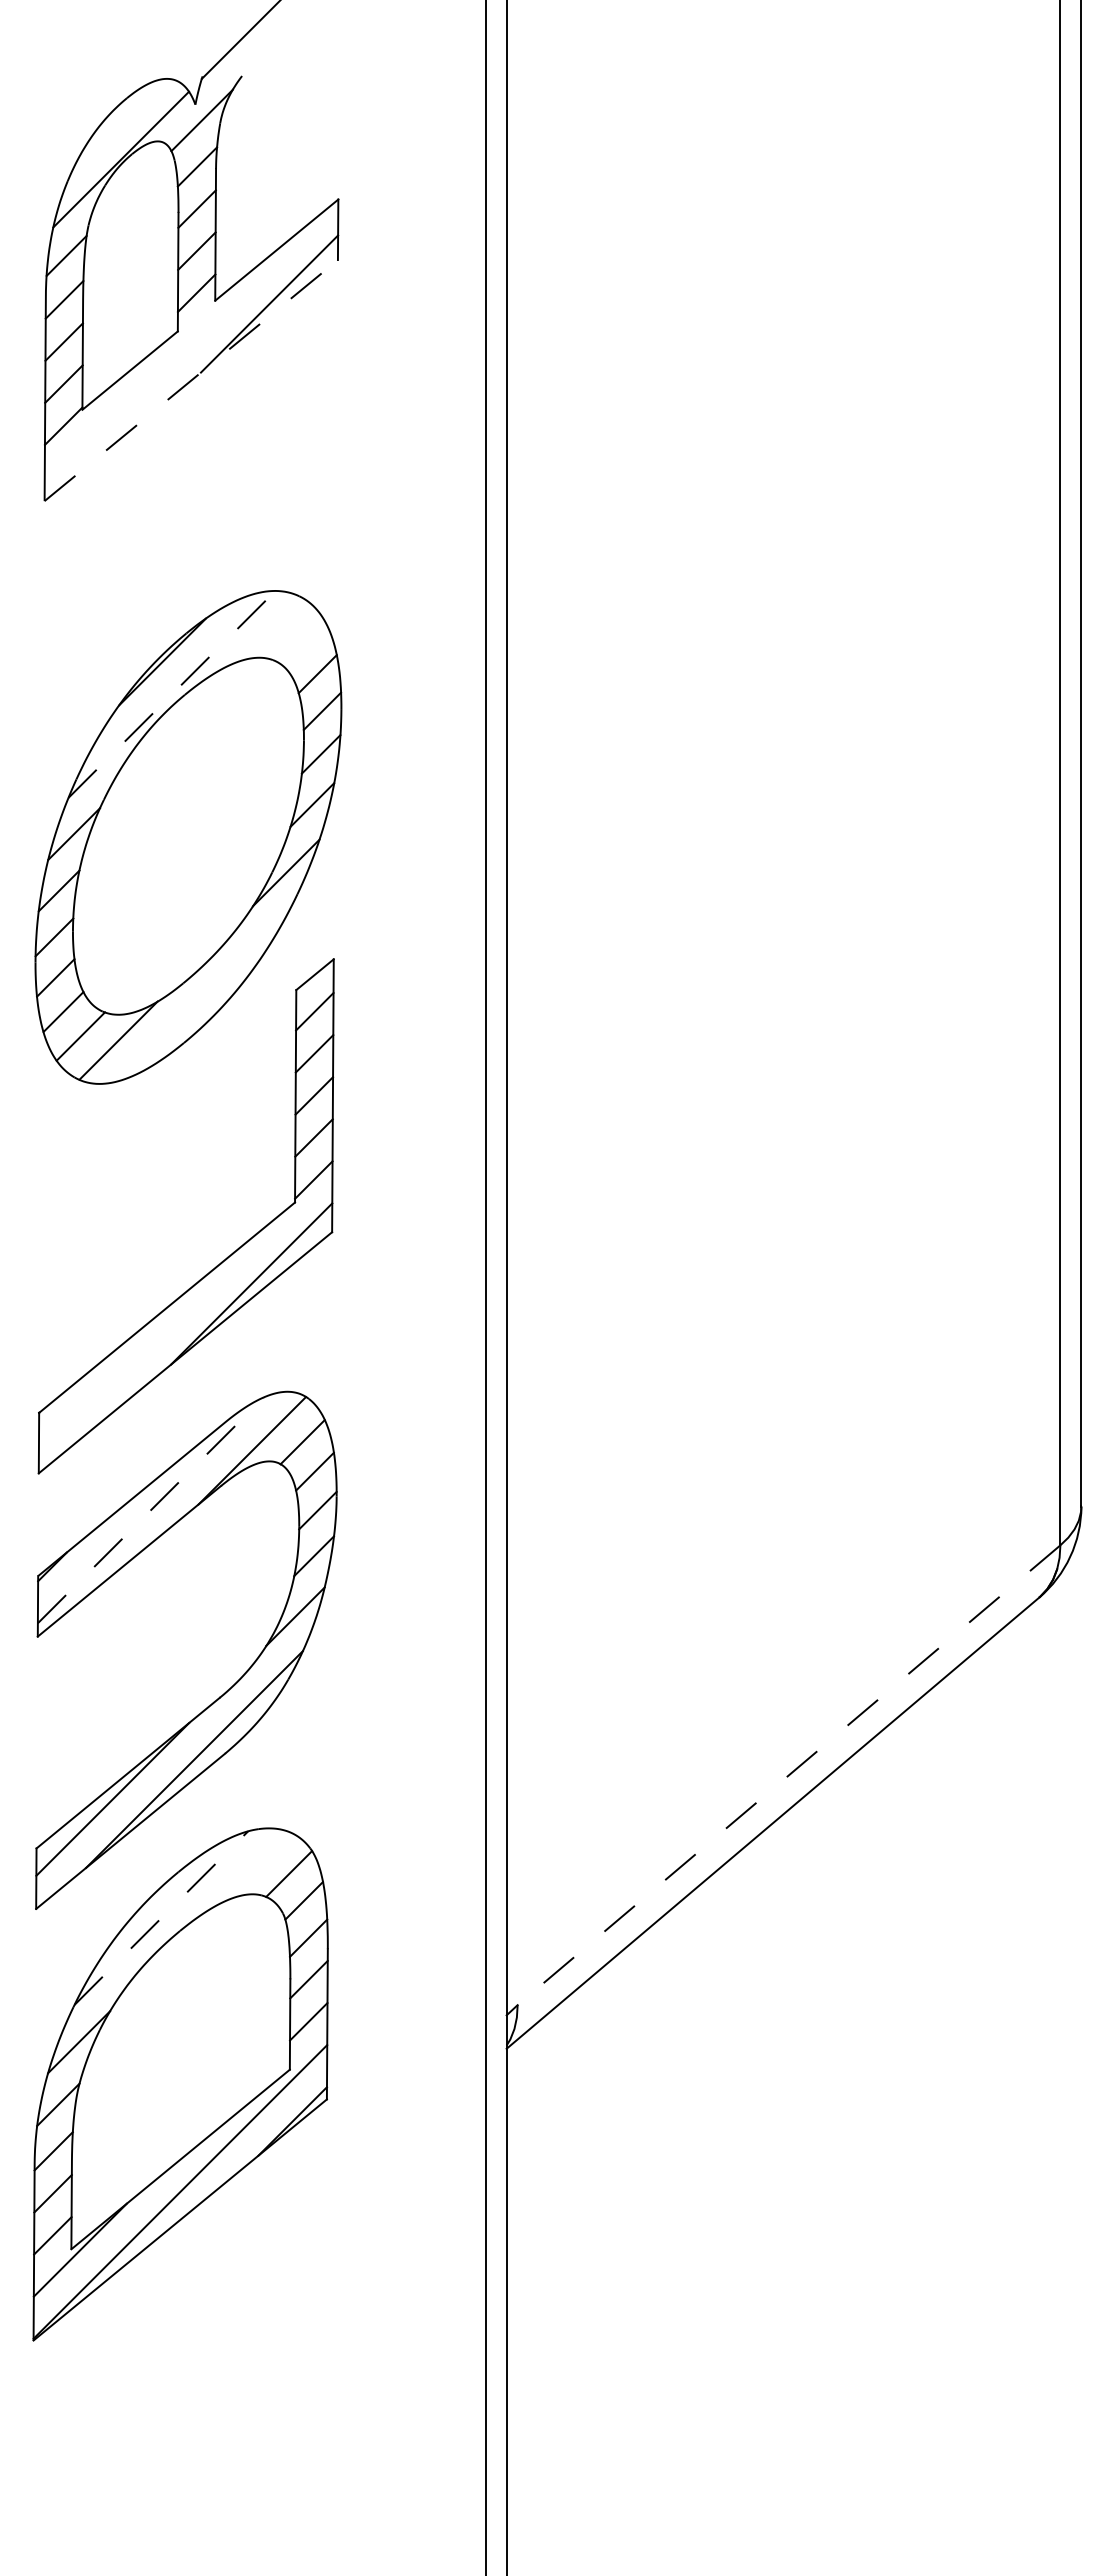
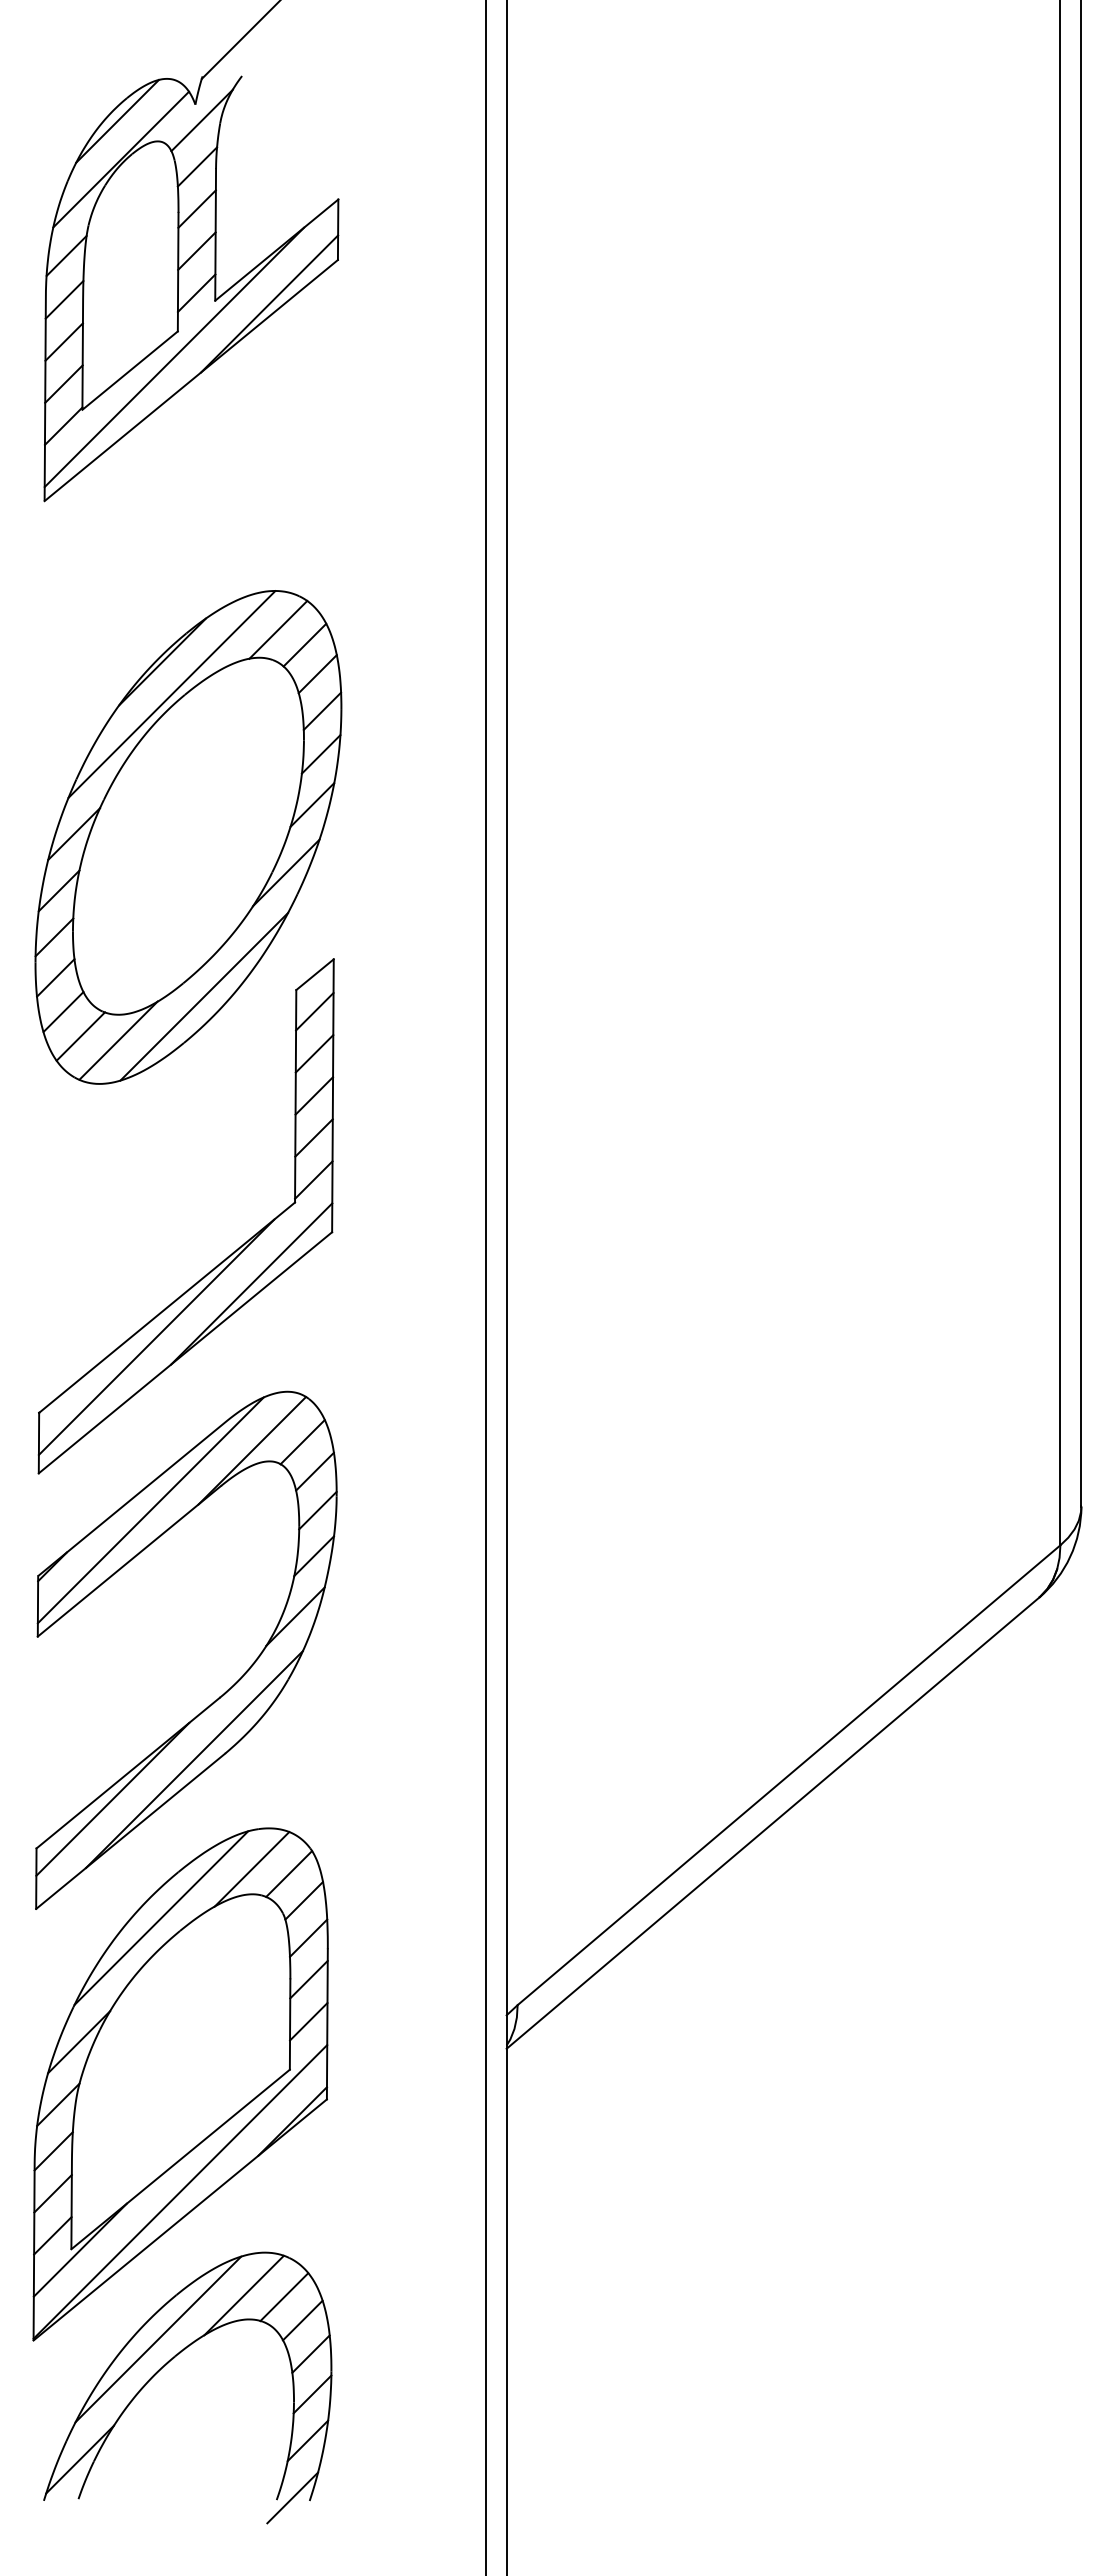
line at (117, 120): none -> present
line at (174, 357): none -> present
line at (191, 380): dashed -> solid
line at (278, 629): none -> present
line at (304, 644): none -> present
line at (172, 694): dashed -> solid
line at (204, 996): none -> present
line at (156, 1336): none -> present
line at (150, 1510): dashed -> solid
line at (789, 1775): dashed -> solid
line at (251, 1869): none -> present
line at (161, 1918): dashed -> solid
part at (166, 2365): none -> present
